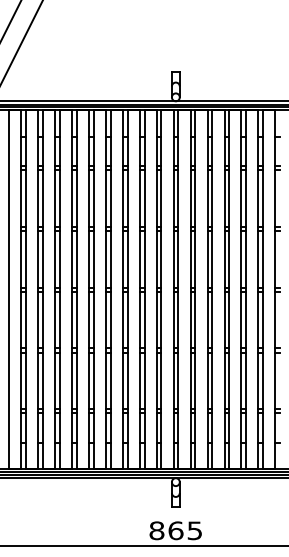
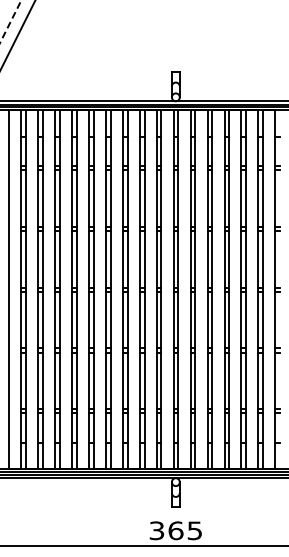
line at (10, 21): solid -> dashed
line at (22, 42) position: (22, 42) -> (18, 34)
text at (156, 530): 865 -> 365
